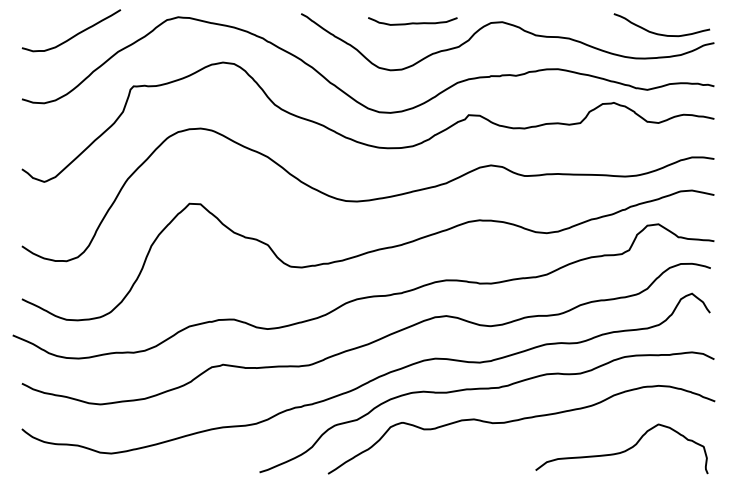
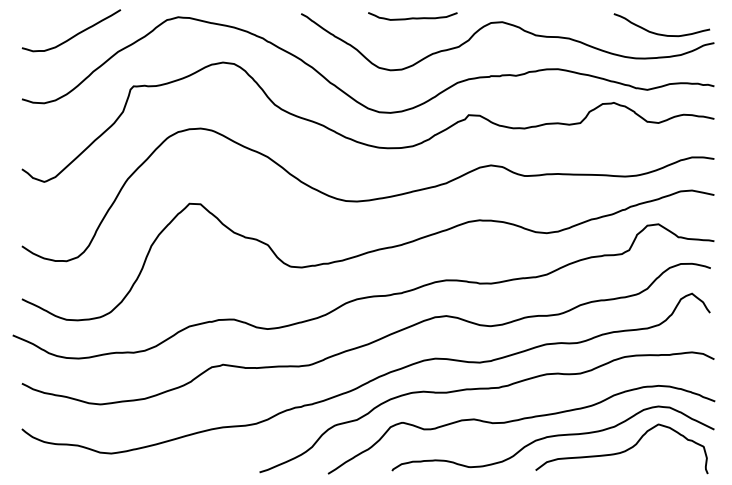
curve at (412, 22) position: (412, 22) -> (412, 17)
curve at (552, 437): none -> present
